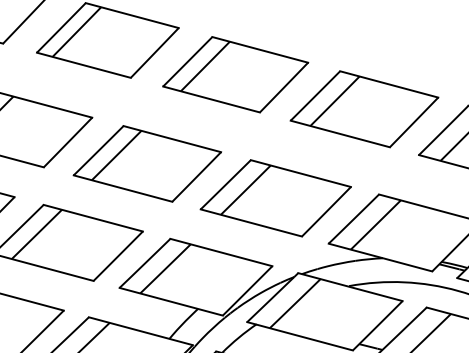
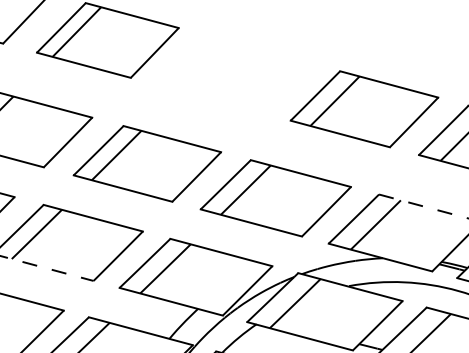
part at (235, 74): present -> none
line at (424, 206): solid -> dashed
line at (47, 268): solid -> dashed
